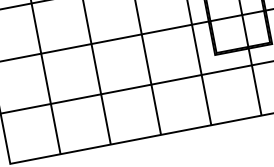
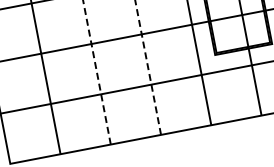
line at (148, 67): solid -> dashed
line at (96, 71): solid -> dashed
